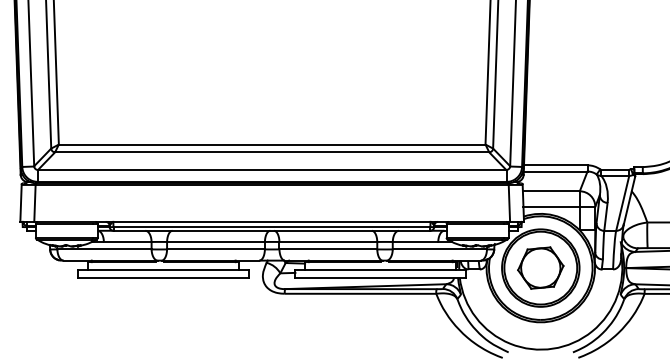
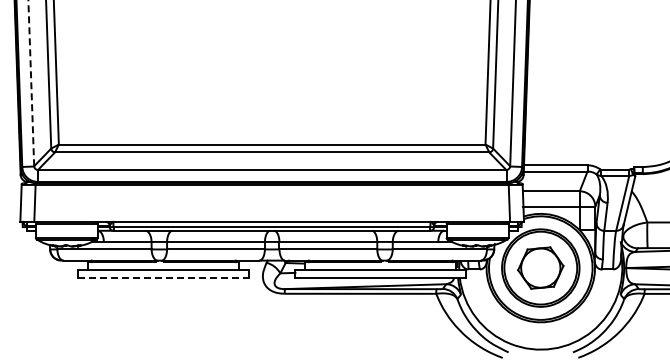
line at (31, 83): solid -> dashed
line at (164, 277): solid -> dashed
